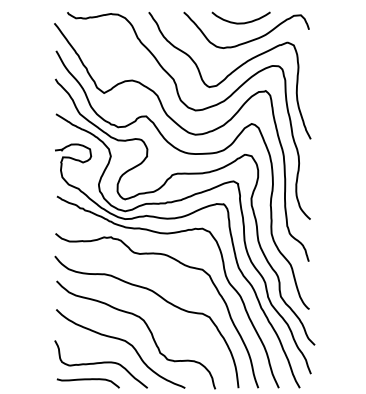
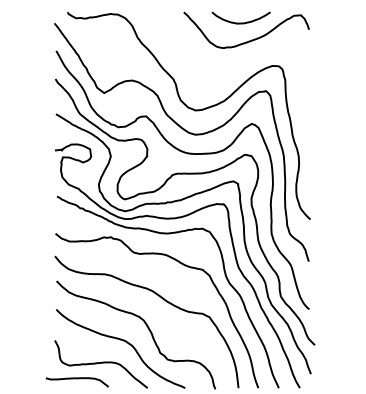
curve at (229, 75): present -> none
curve at (87, 380) position: (87, 380) -> (76, 379)
